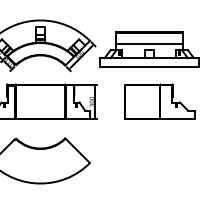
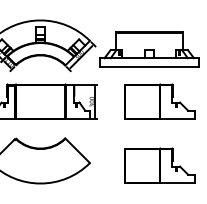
line at (148, 44): present -> none
part at (159, 165): none -> present
